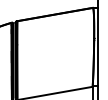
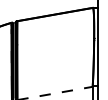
line at (55, 93): solid -> dashed
